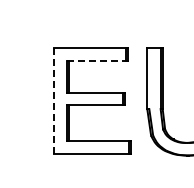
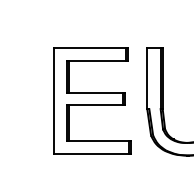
line at (96, 60): dashed -> solid
line at (53, 100): dashed -> solid
